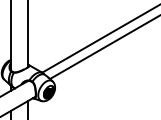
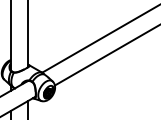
line at (103, 47) position: (103, 47) -> (105, 55)
